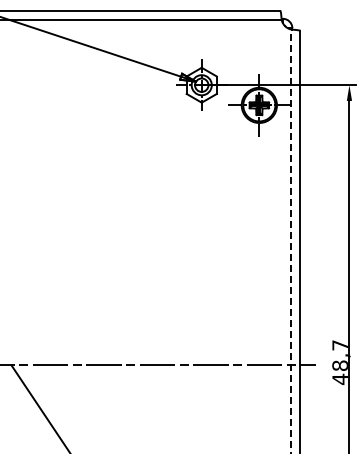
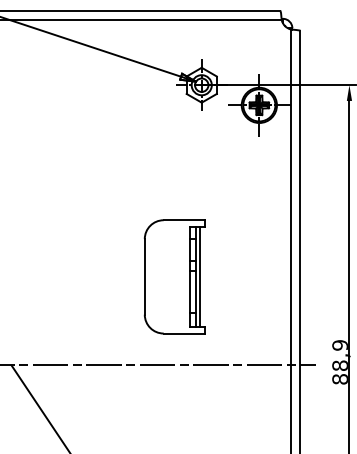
line at (290, 241): dashed -> solid
part at (174, 276): none -> present
text at (339, 362): 48,7 -> 88,9
